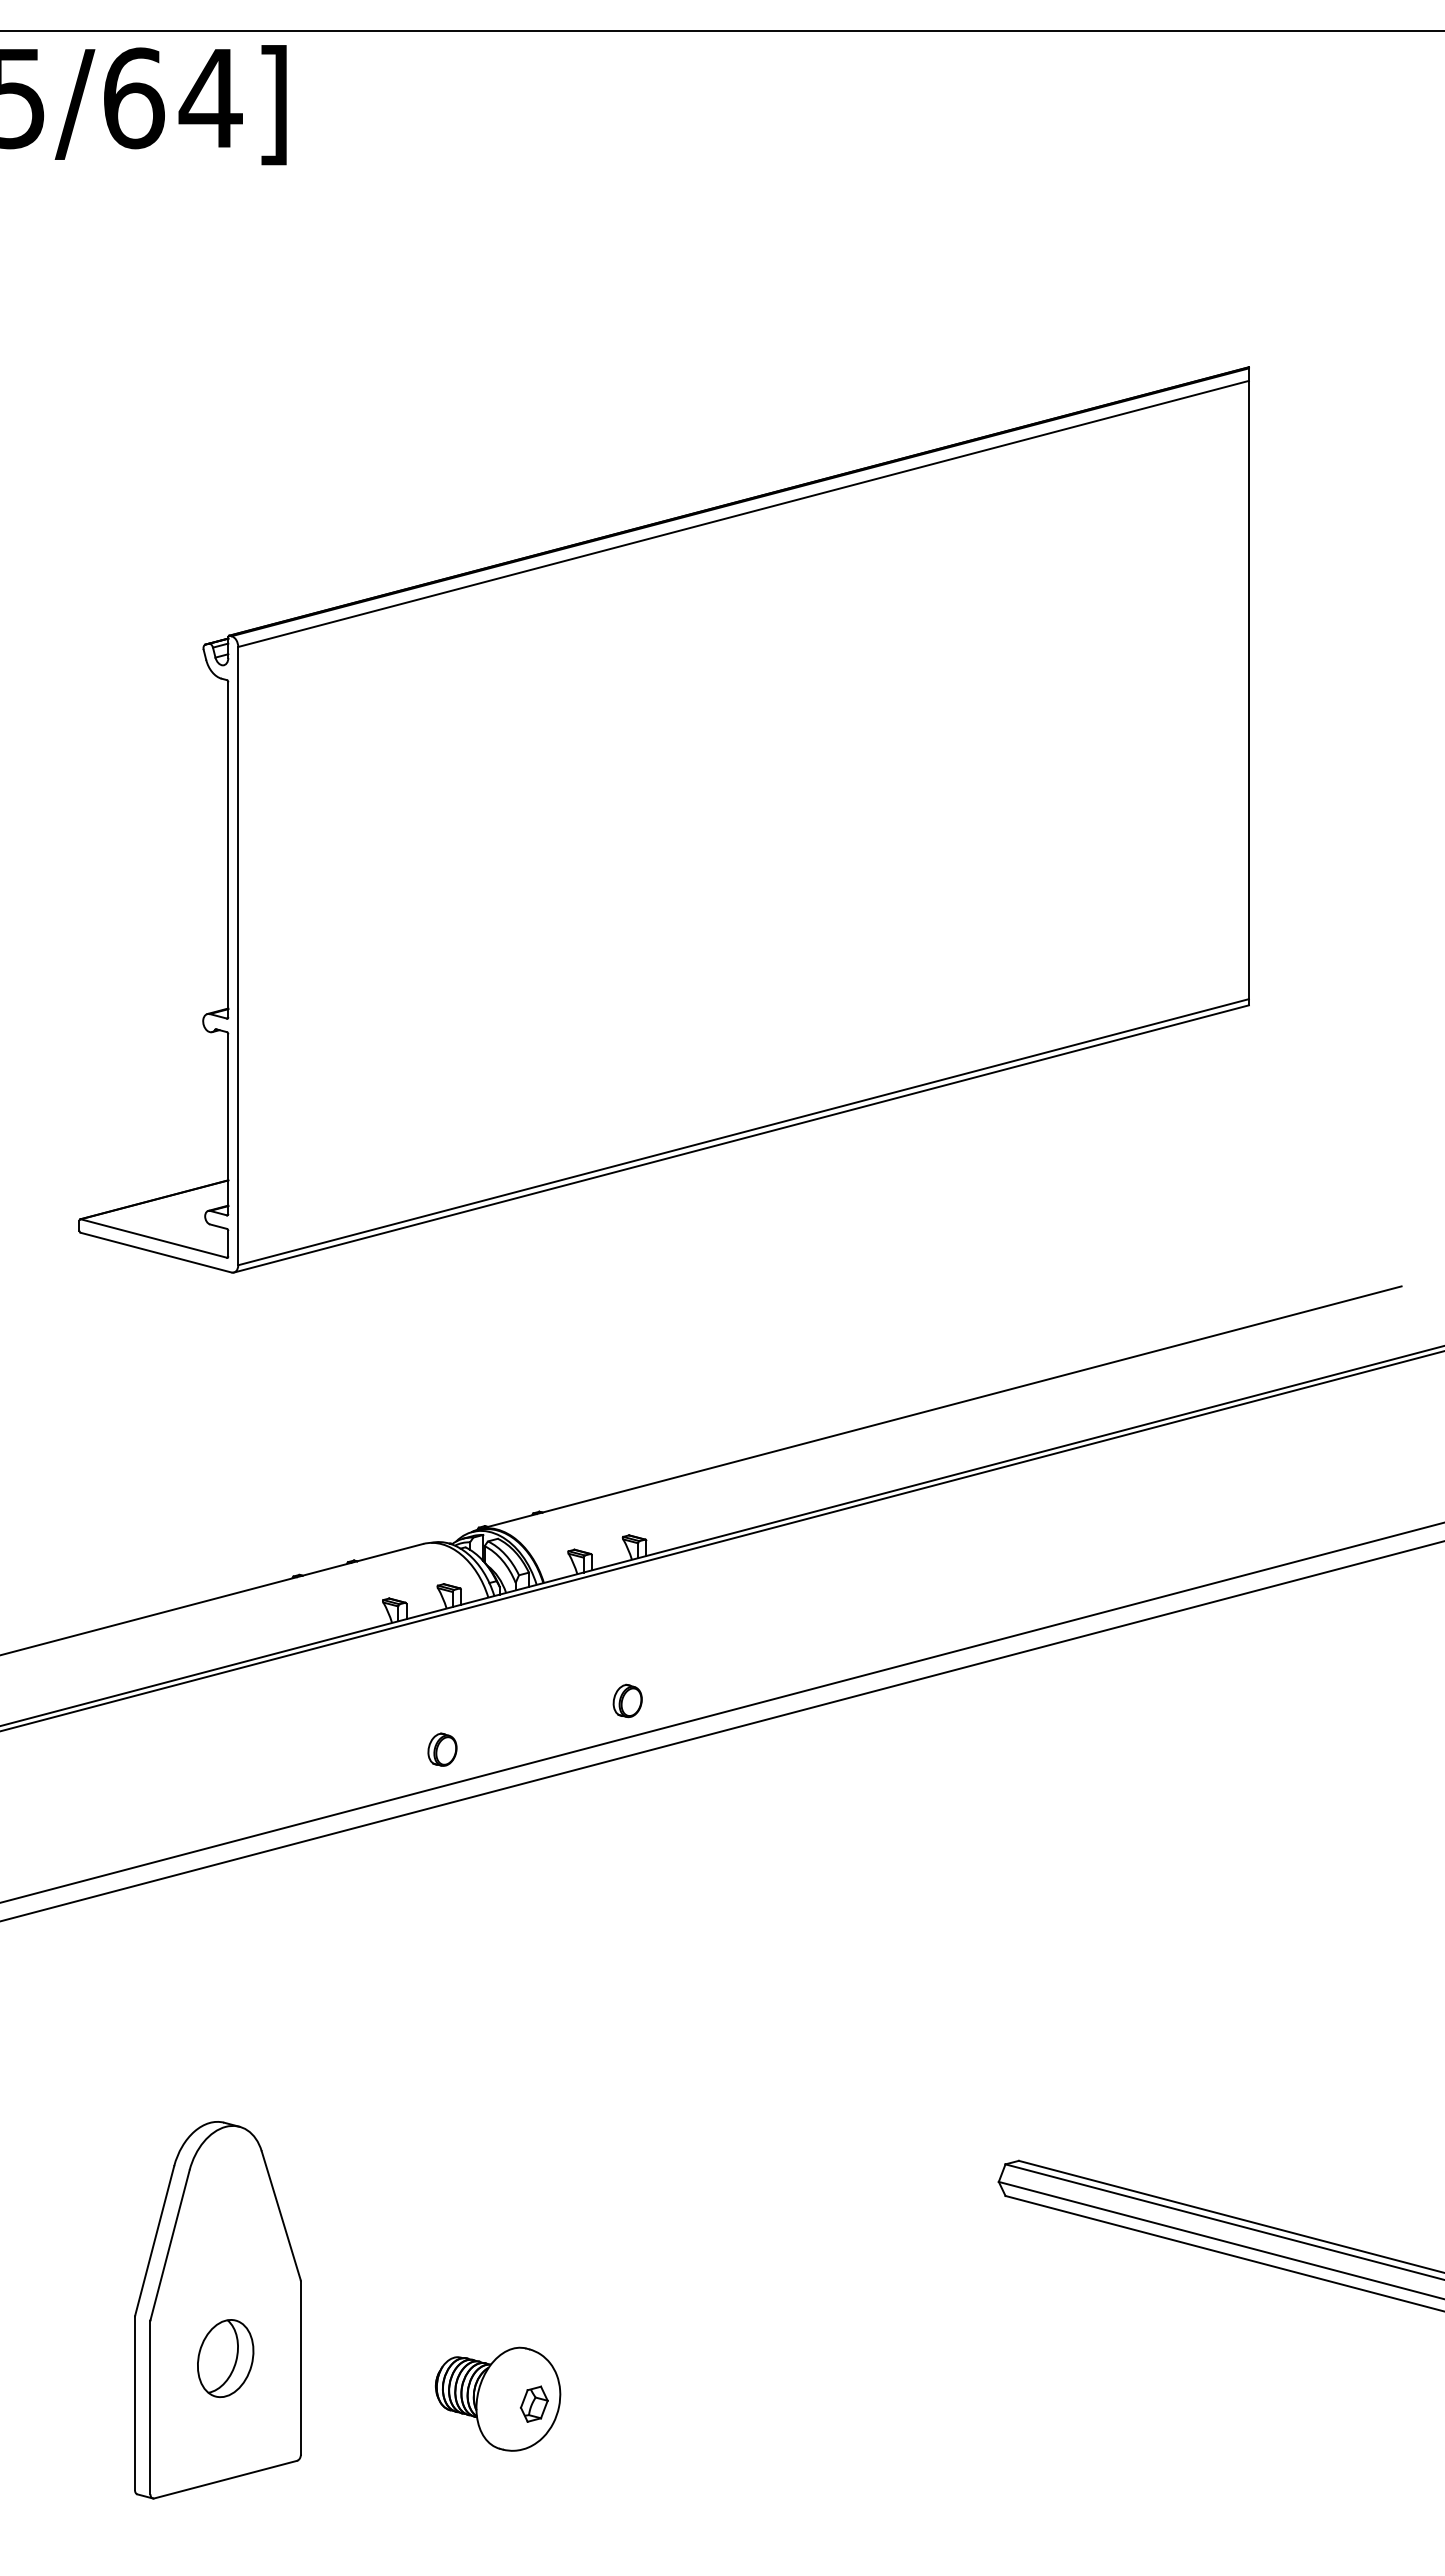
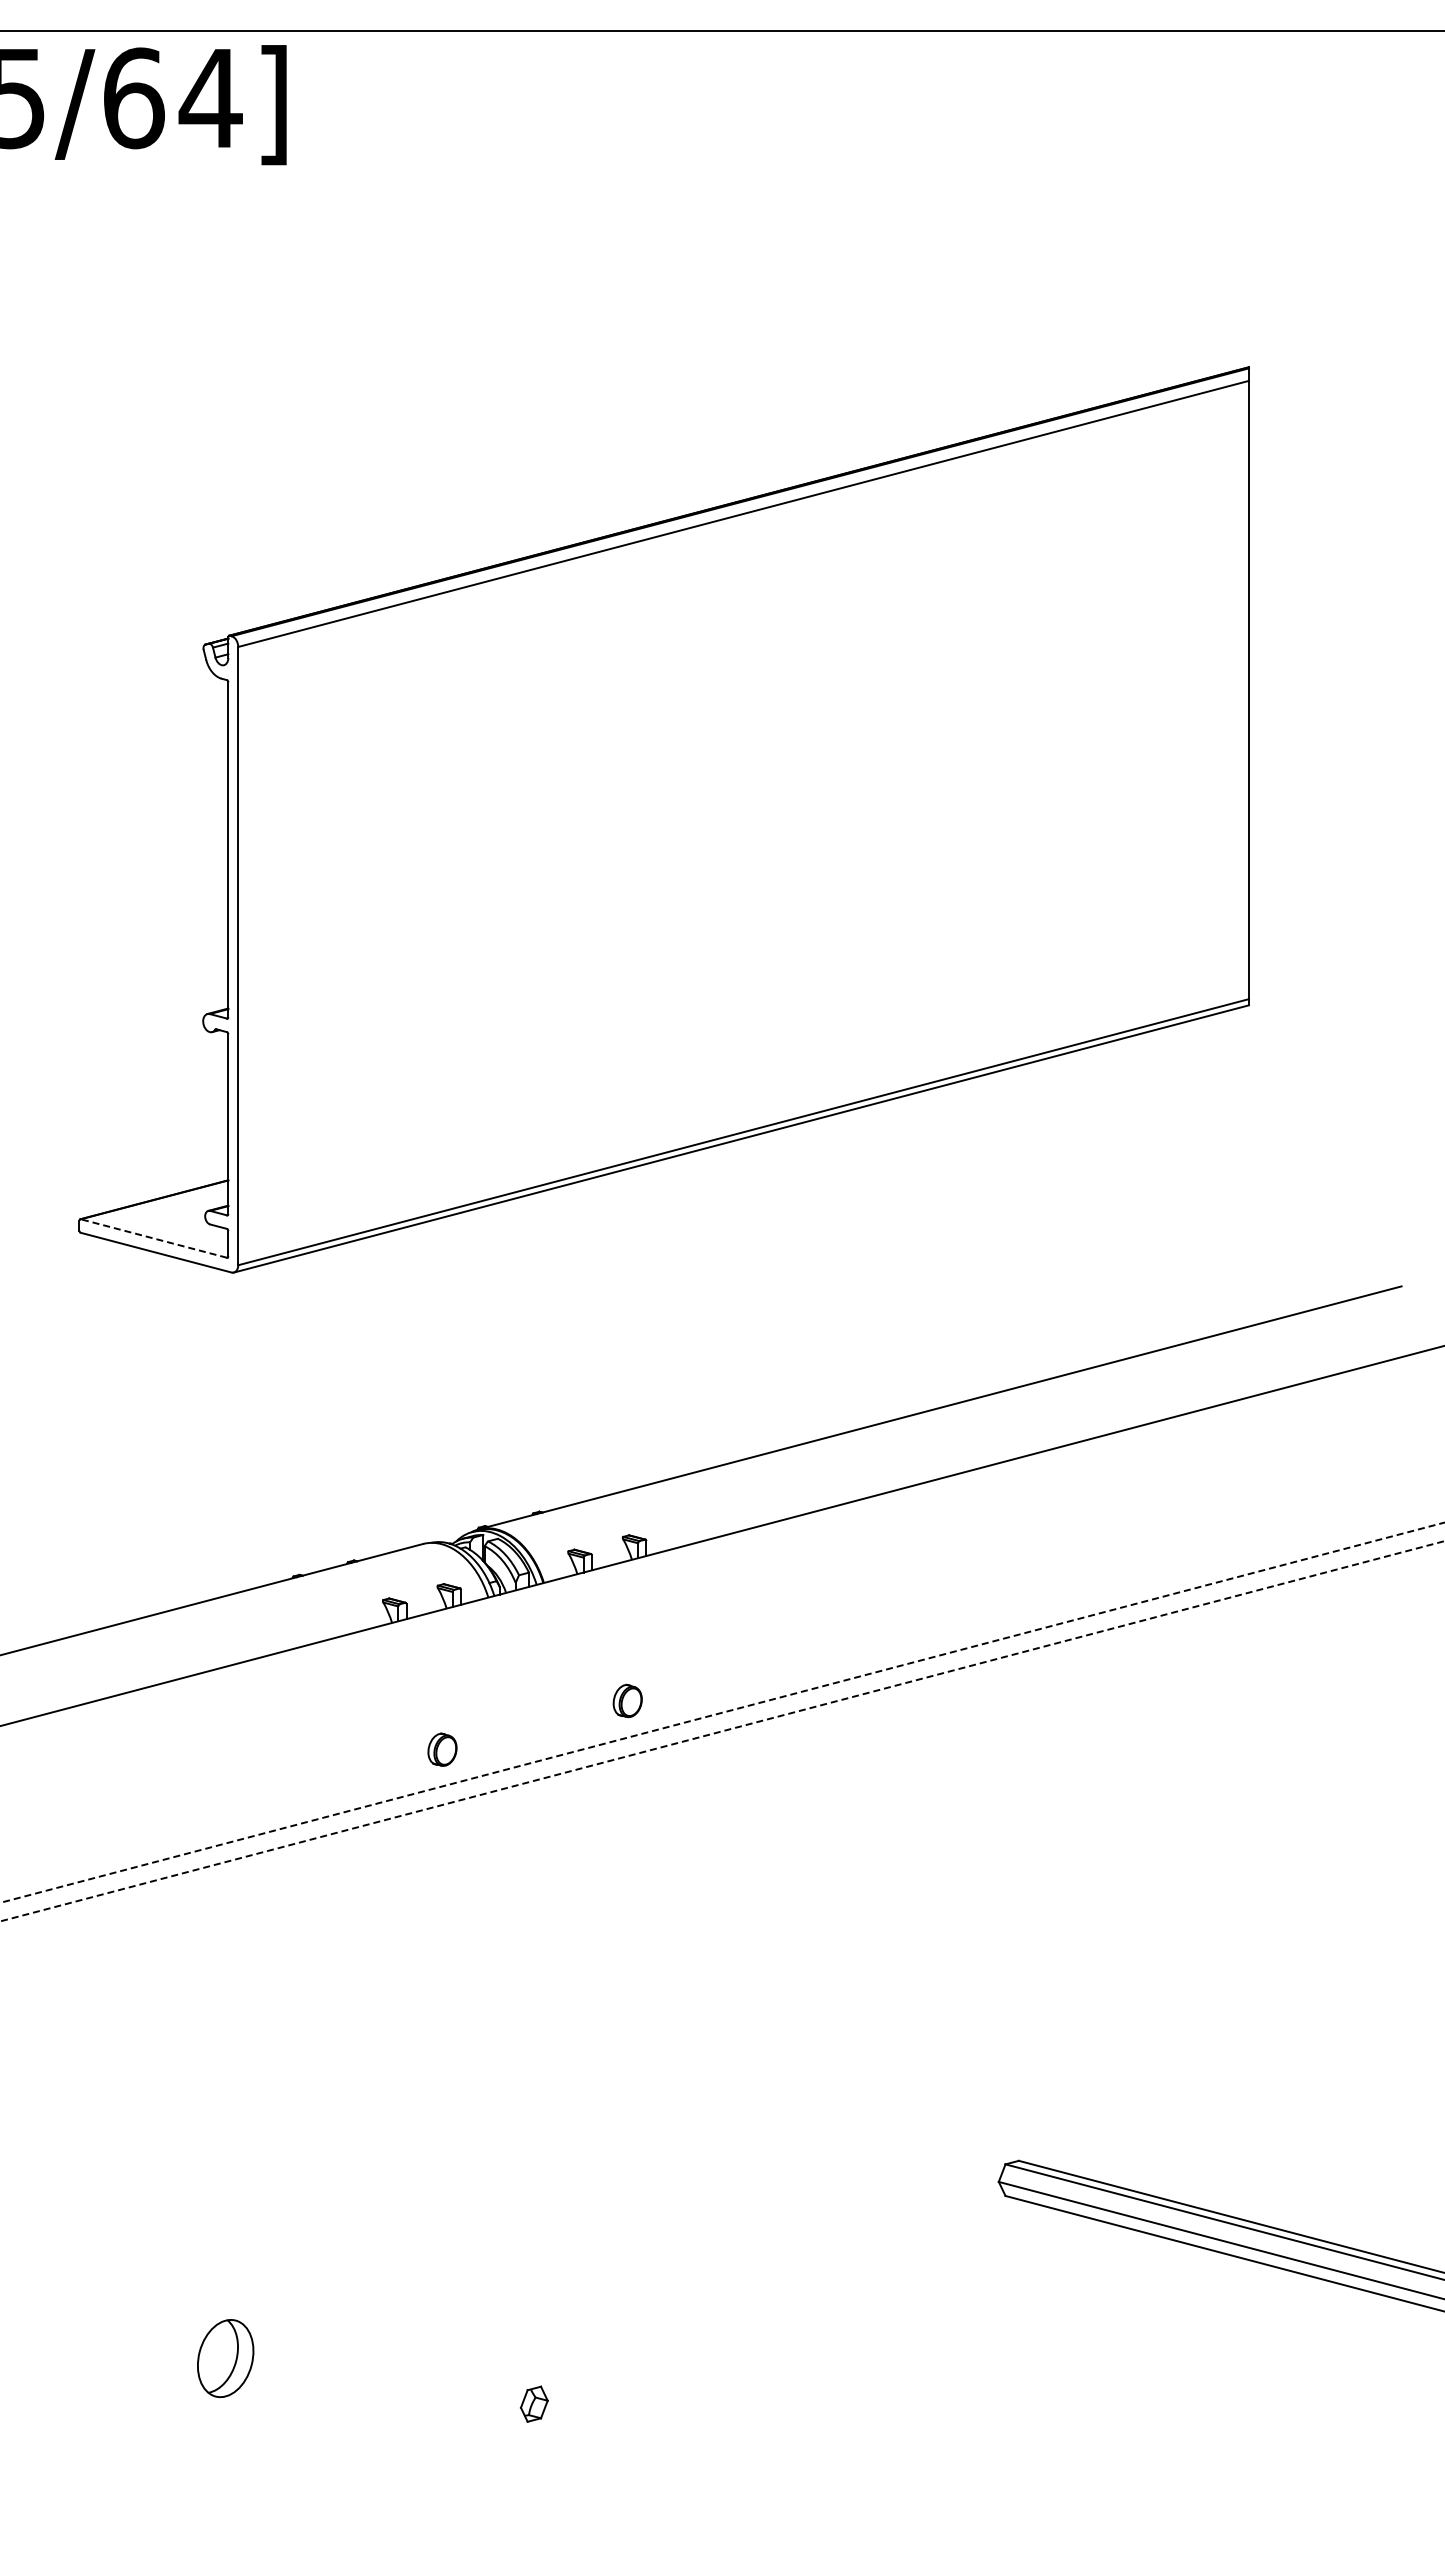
line at (153, 1238): solid -> dashed
line at (721, 1540): present -> none
line at (722, 1712): solid -> dashed
line at (723, 1731): solid -> dashed
part at (217, 2310): present -> none
part at (498, 2398): present -> none
